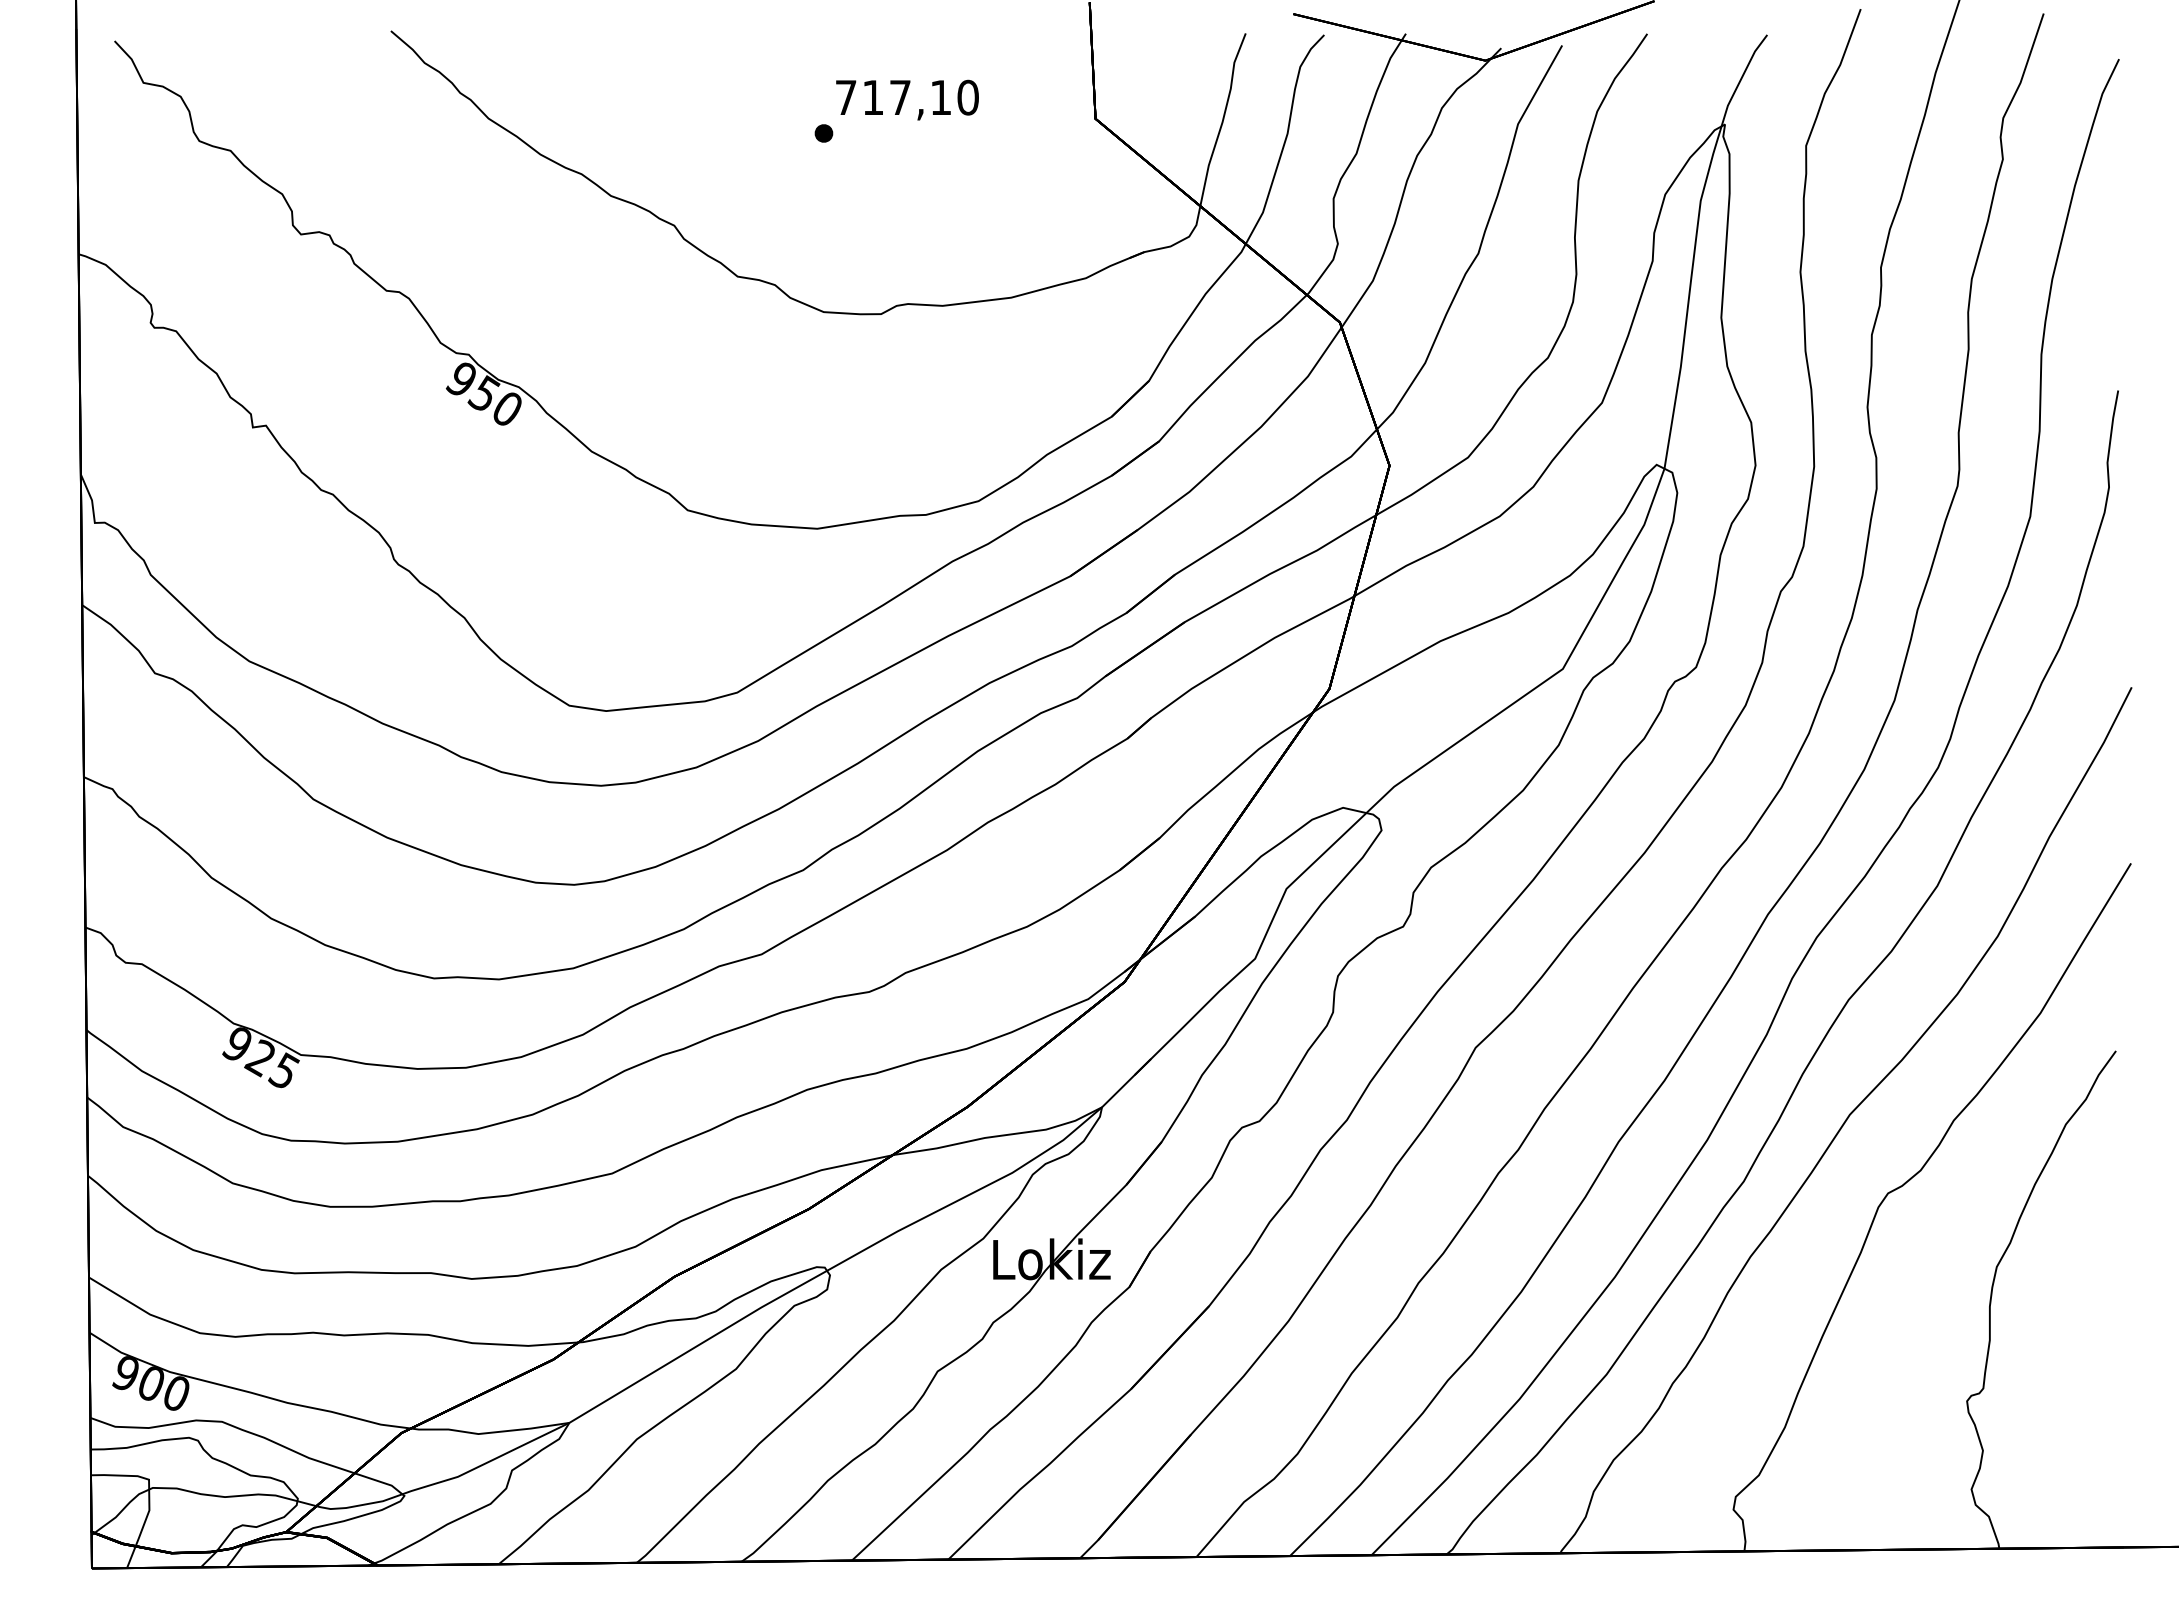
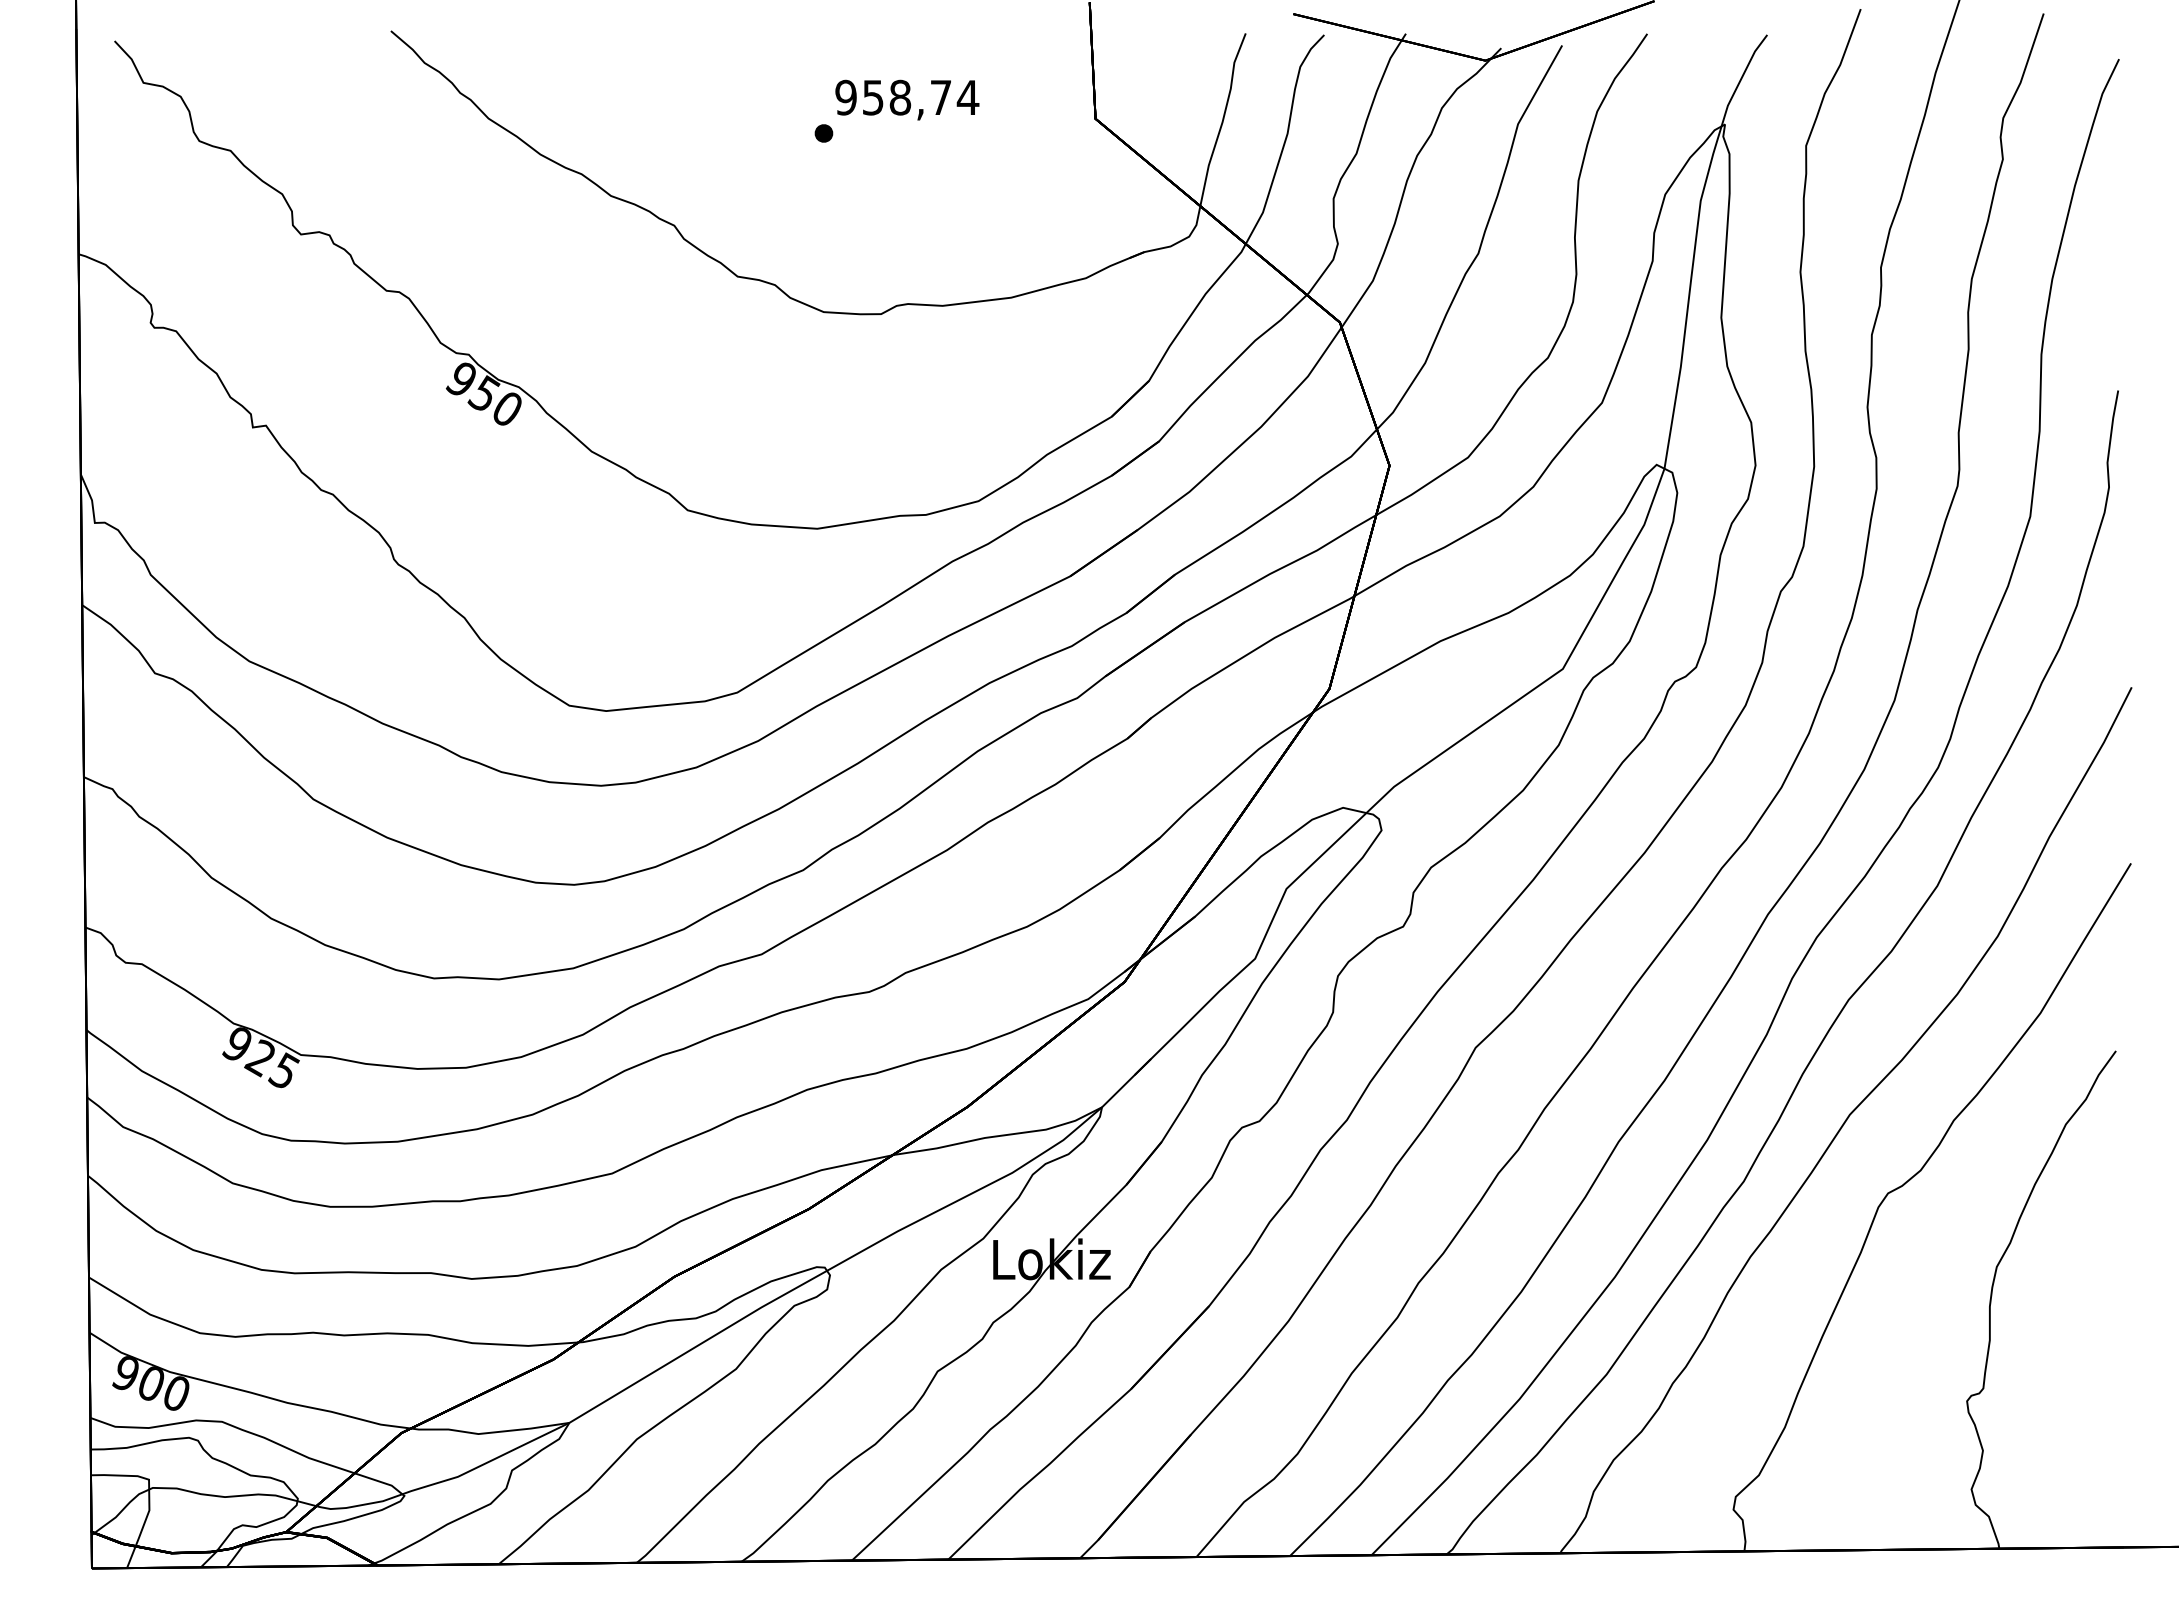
text at (907, 97): 717,10 -> 958,74
